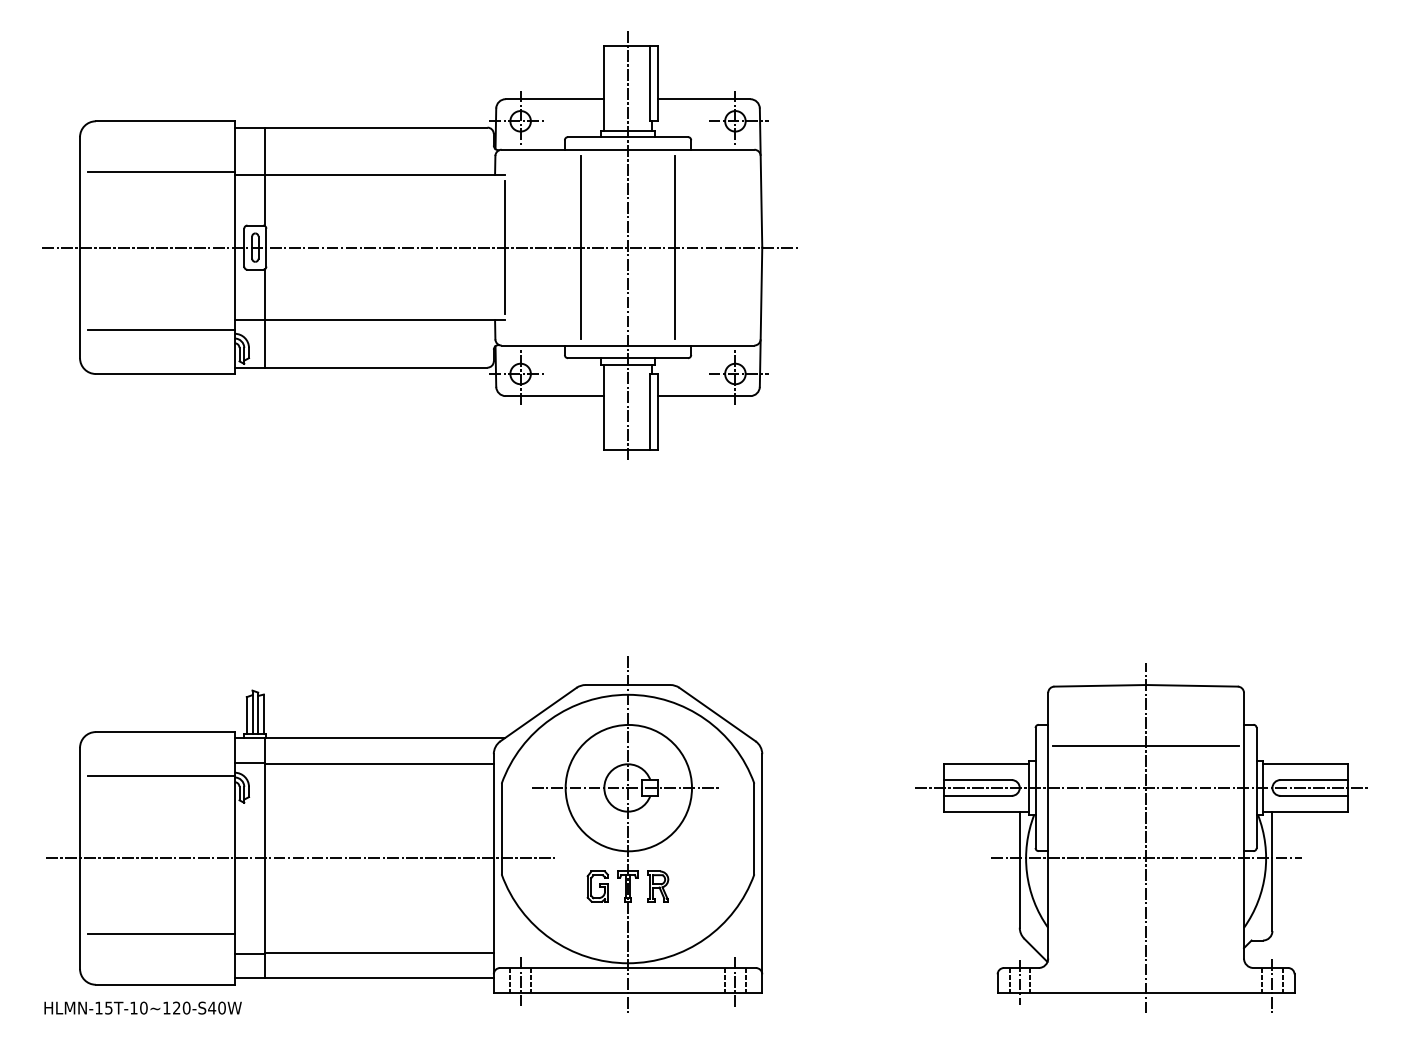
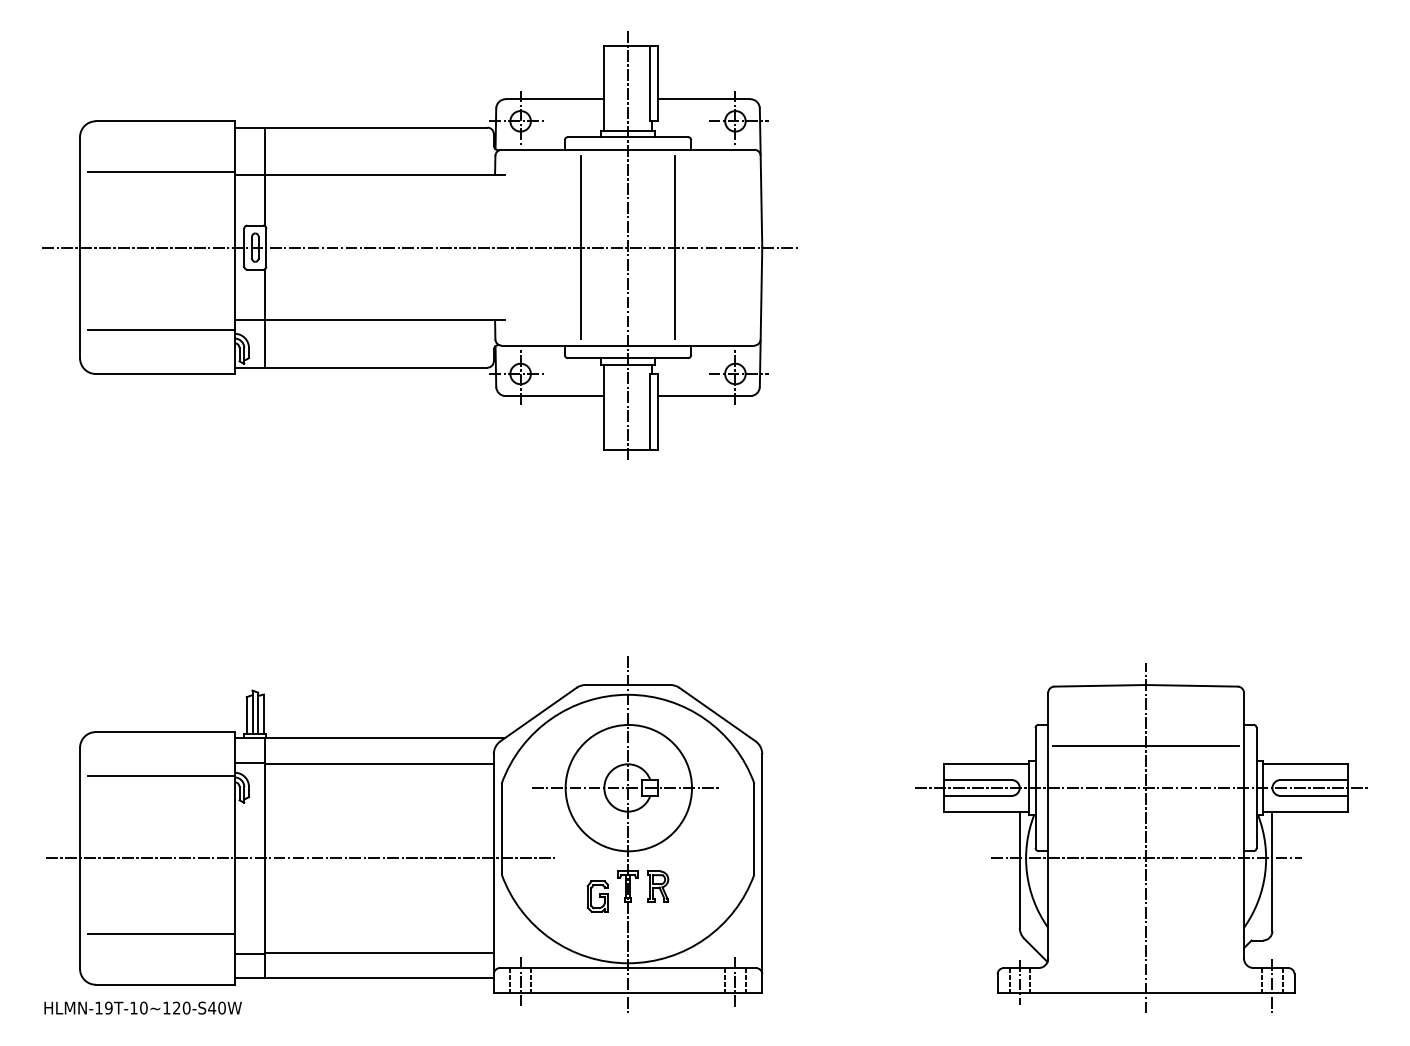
line at (504, 247): present -> none
part at (597, 886) position: (597, 886) -> (597, 896)
text at (108, 1007): HLMN-15T-10~120-S40W -> HLMN-19T-10~120-S40W
